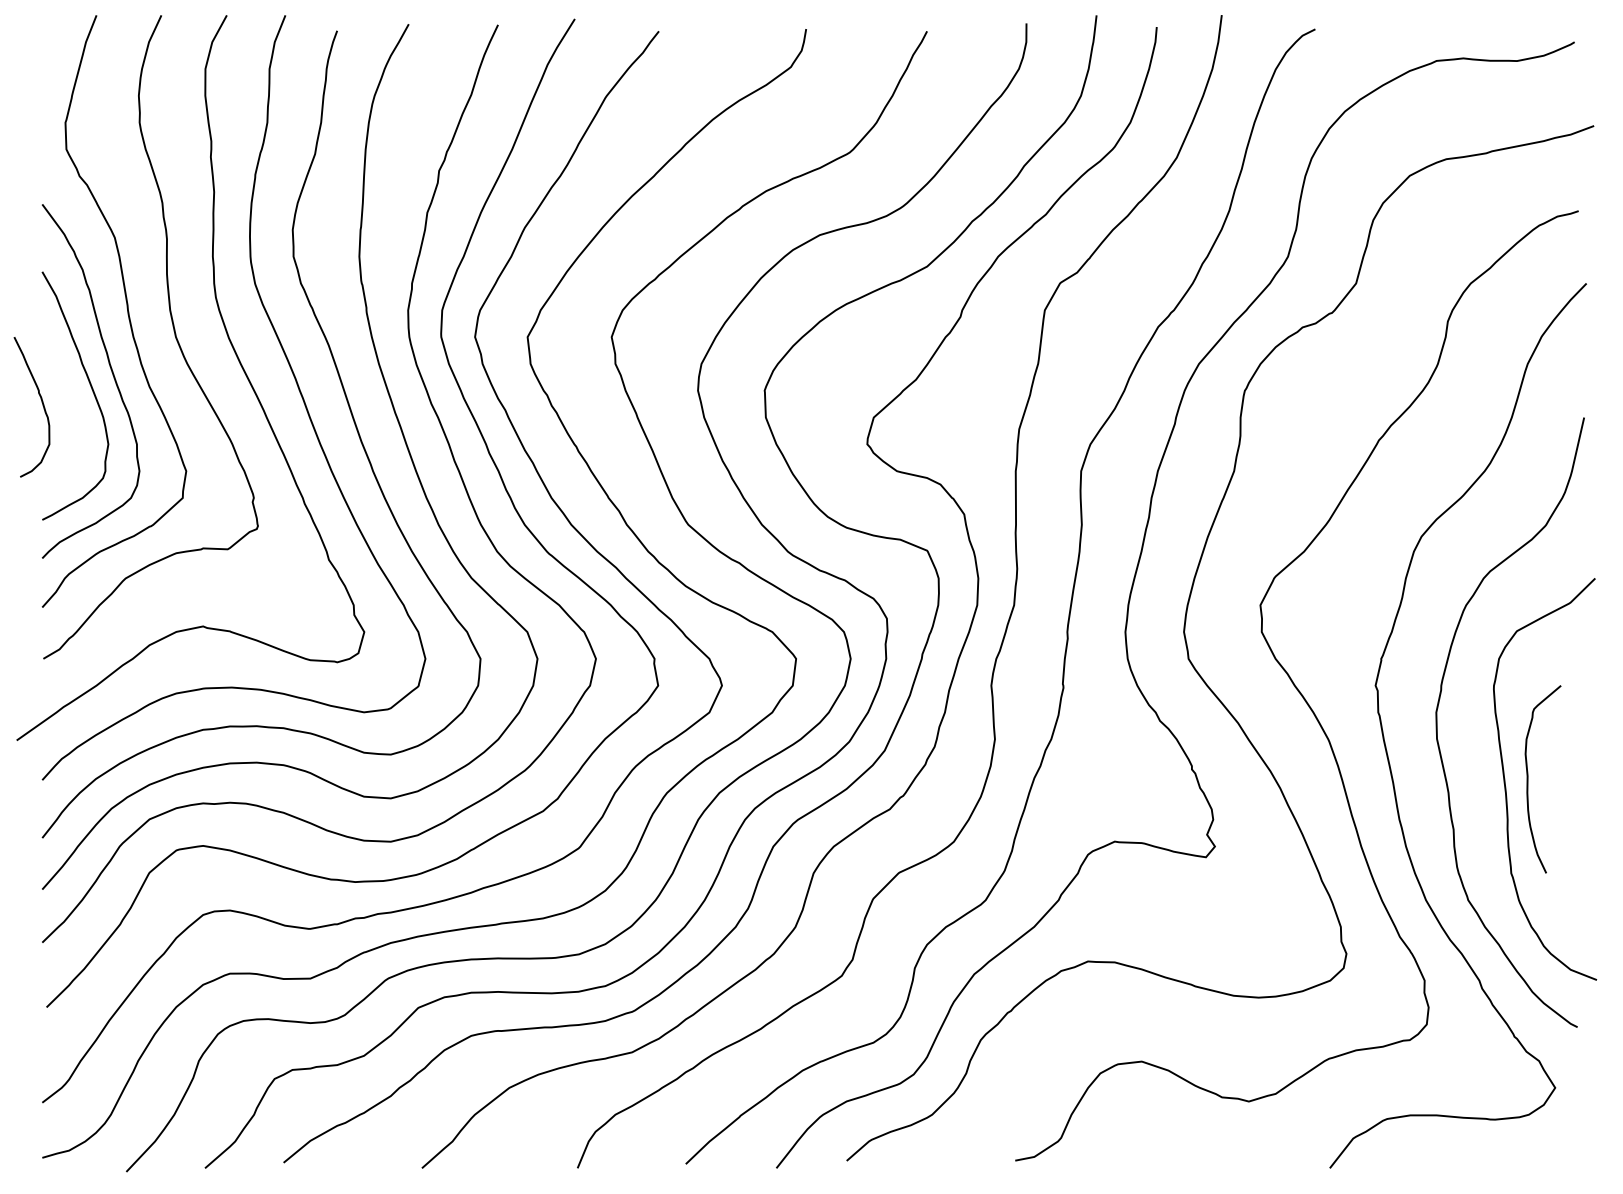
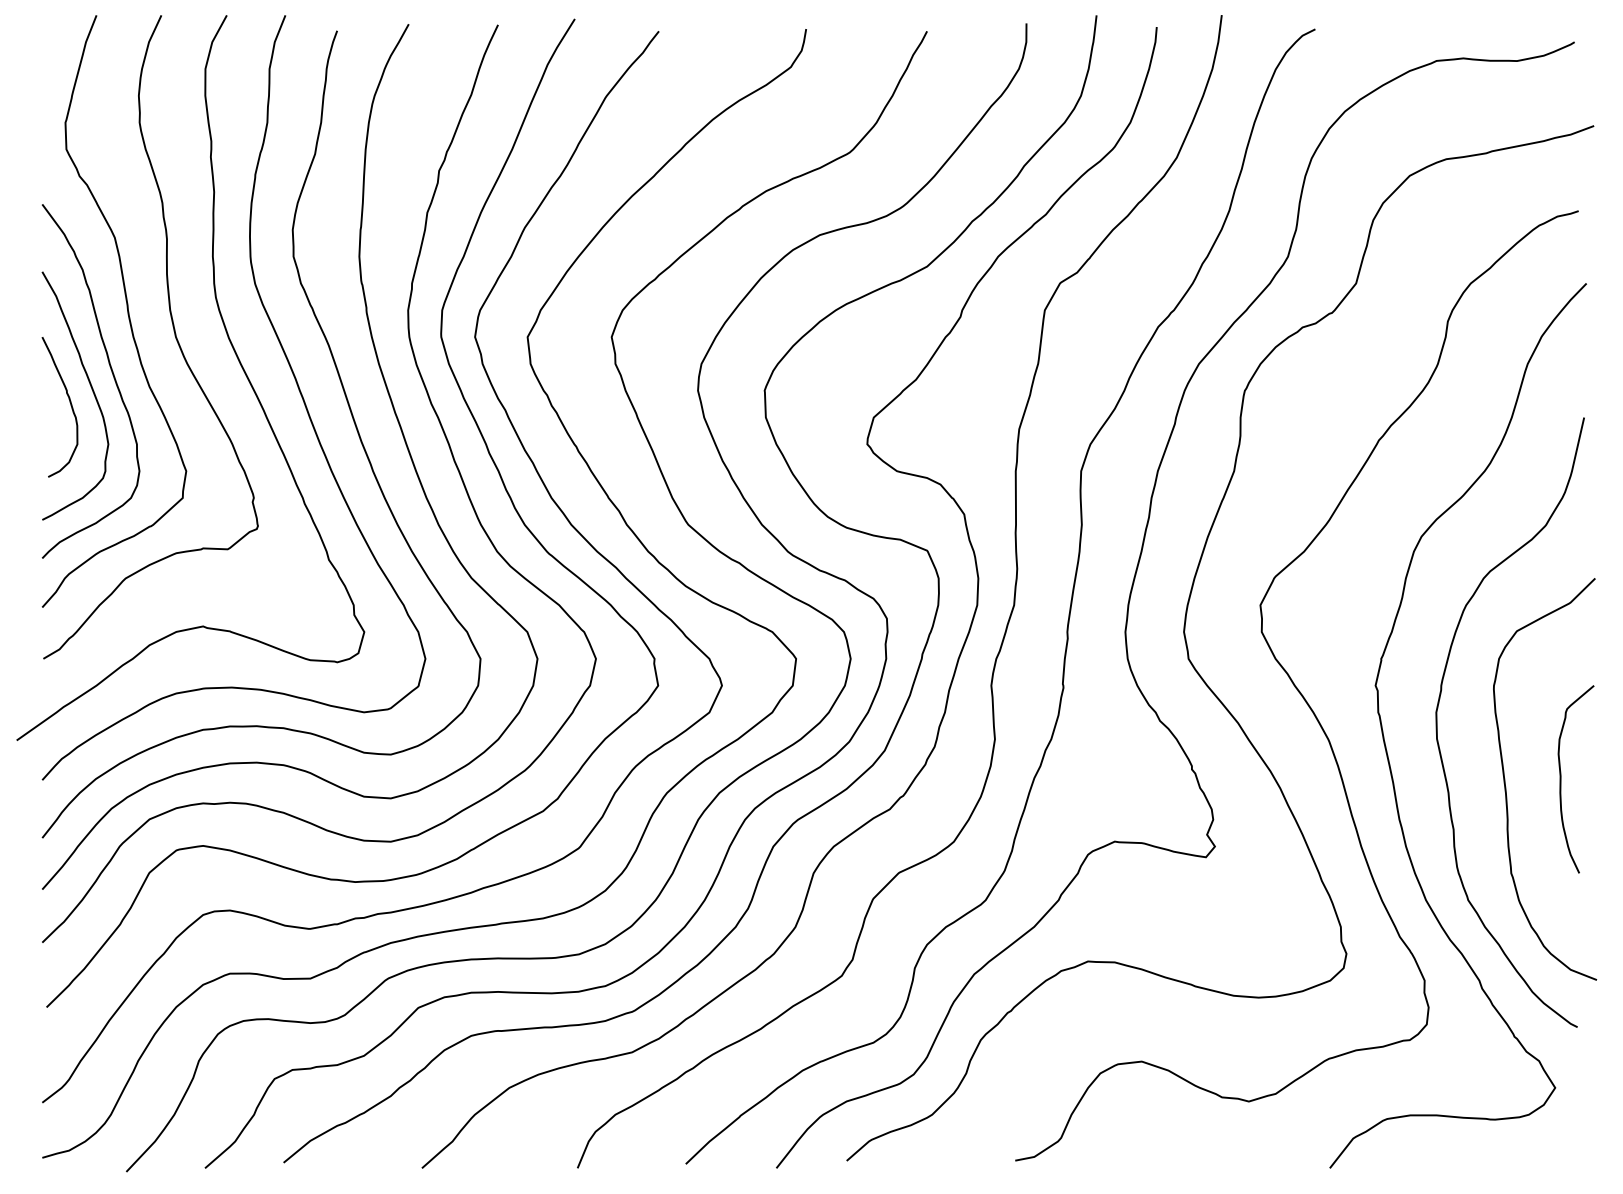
curve at (41, 402) position: (41, 402) -> (69, 402)
curve at (1528, 779) position: (1528, 779) -> (1561, 779)
